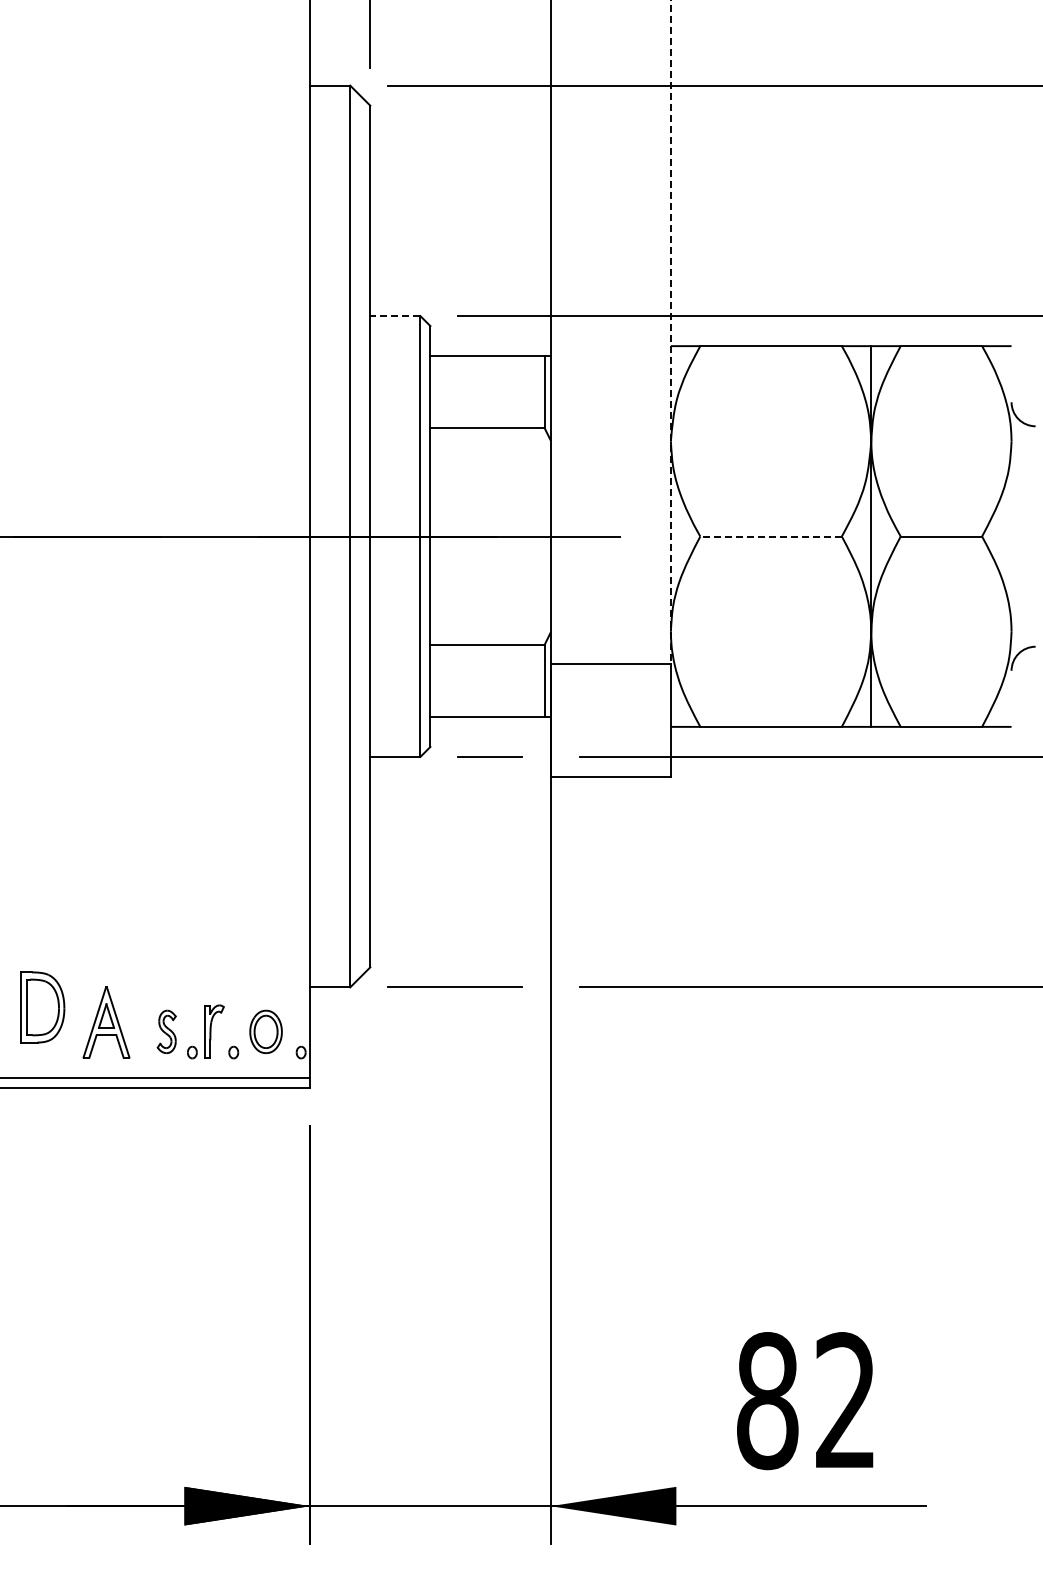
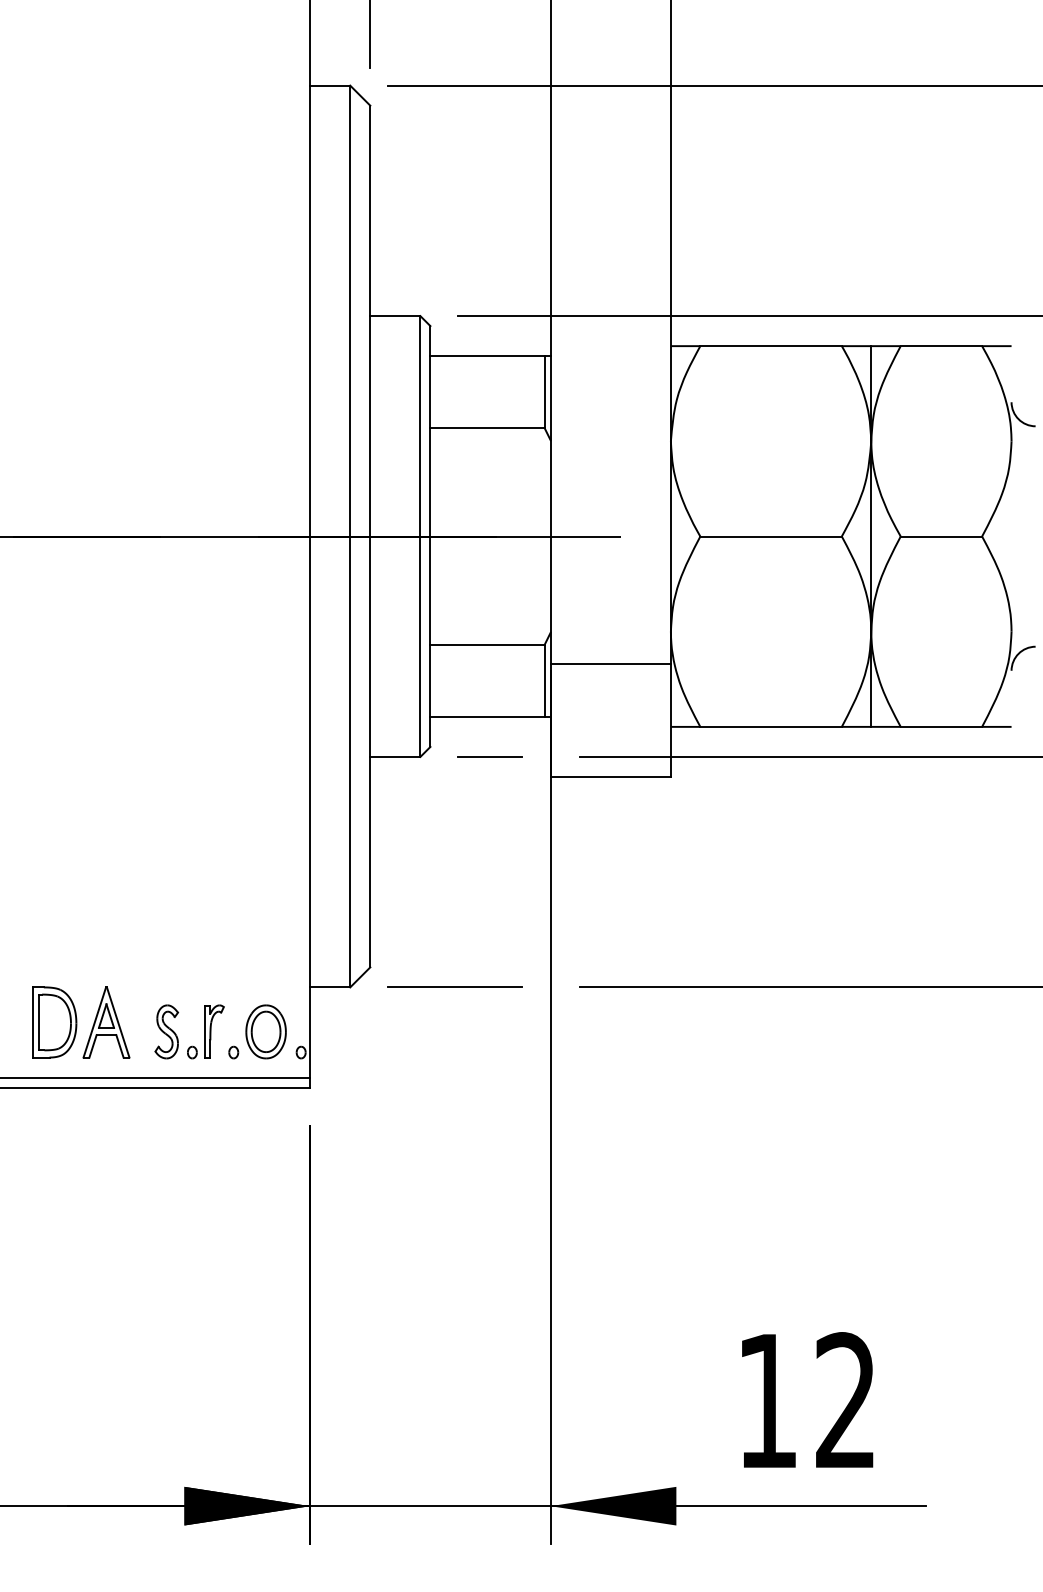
line at (394, 316): dashed -> solid
line at (670, 332): dashed -> solid
line at (771, 536): dashed -> solid
part at (42, 1007) position: (42, 1007) -> (54, 1022)
part at (166, 1031) size: 21x45 px -> 26x56 px
part at (265, 1031) size: 34x45 px -> 42x56 px
text at (767, 1401): 82 -> 12
